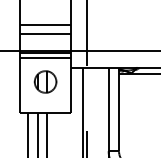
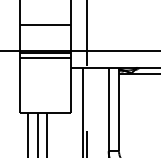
line at (45, 34): present -> none
part at (45, 81): present -> none
